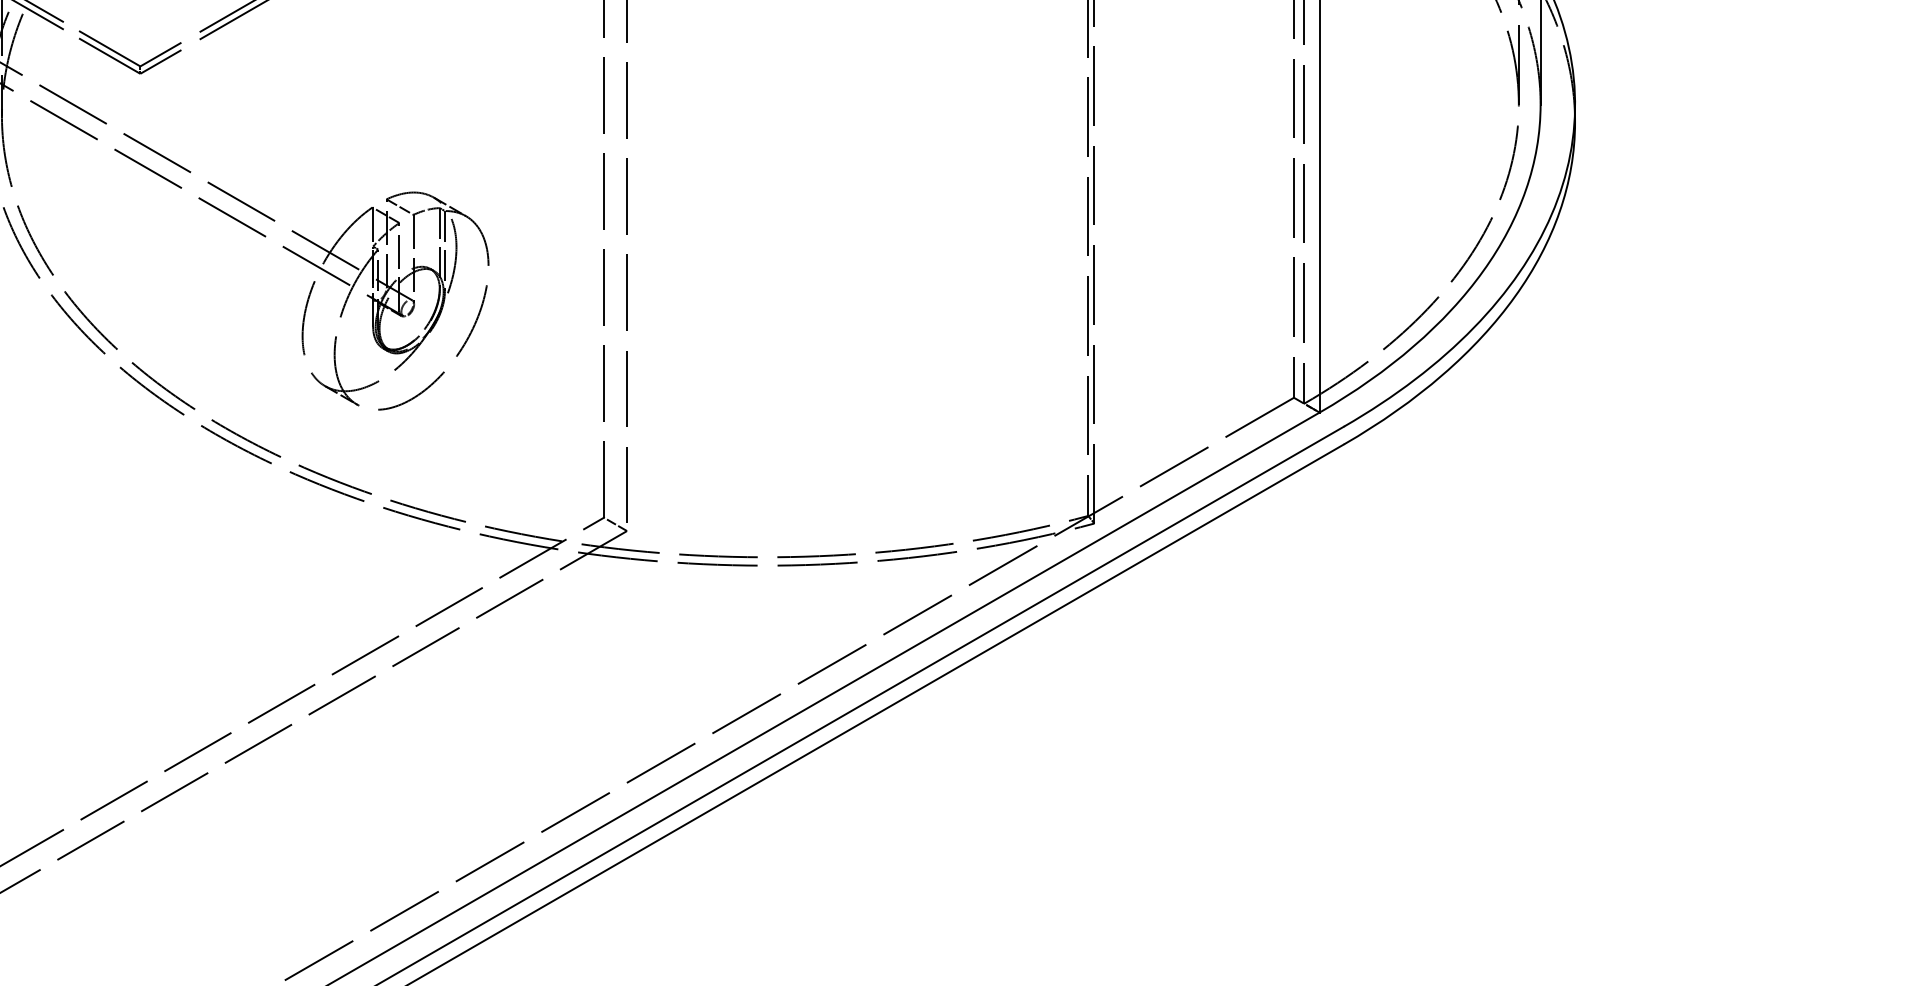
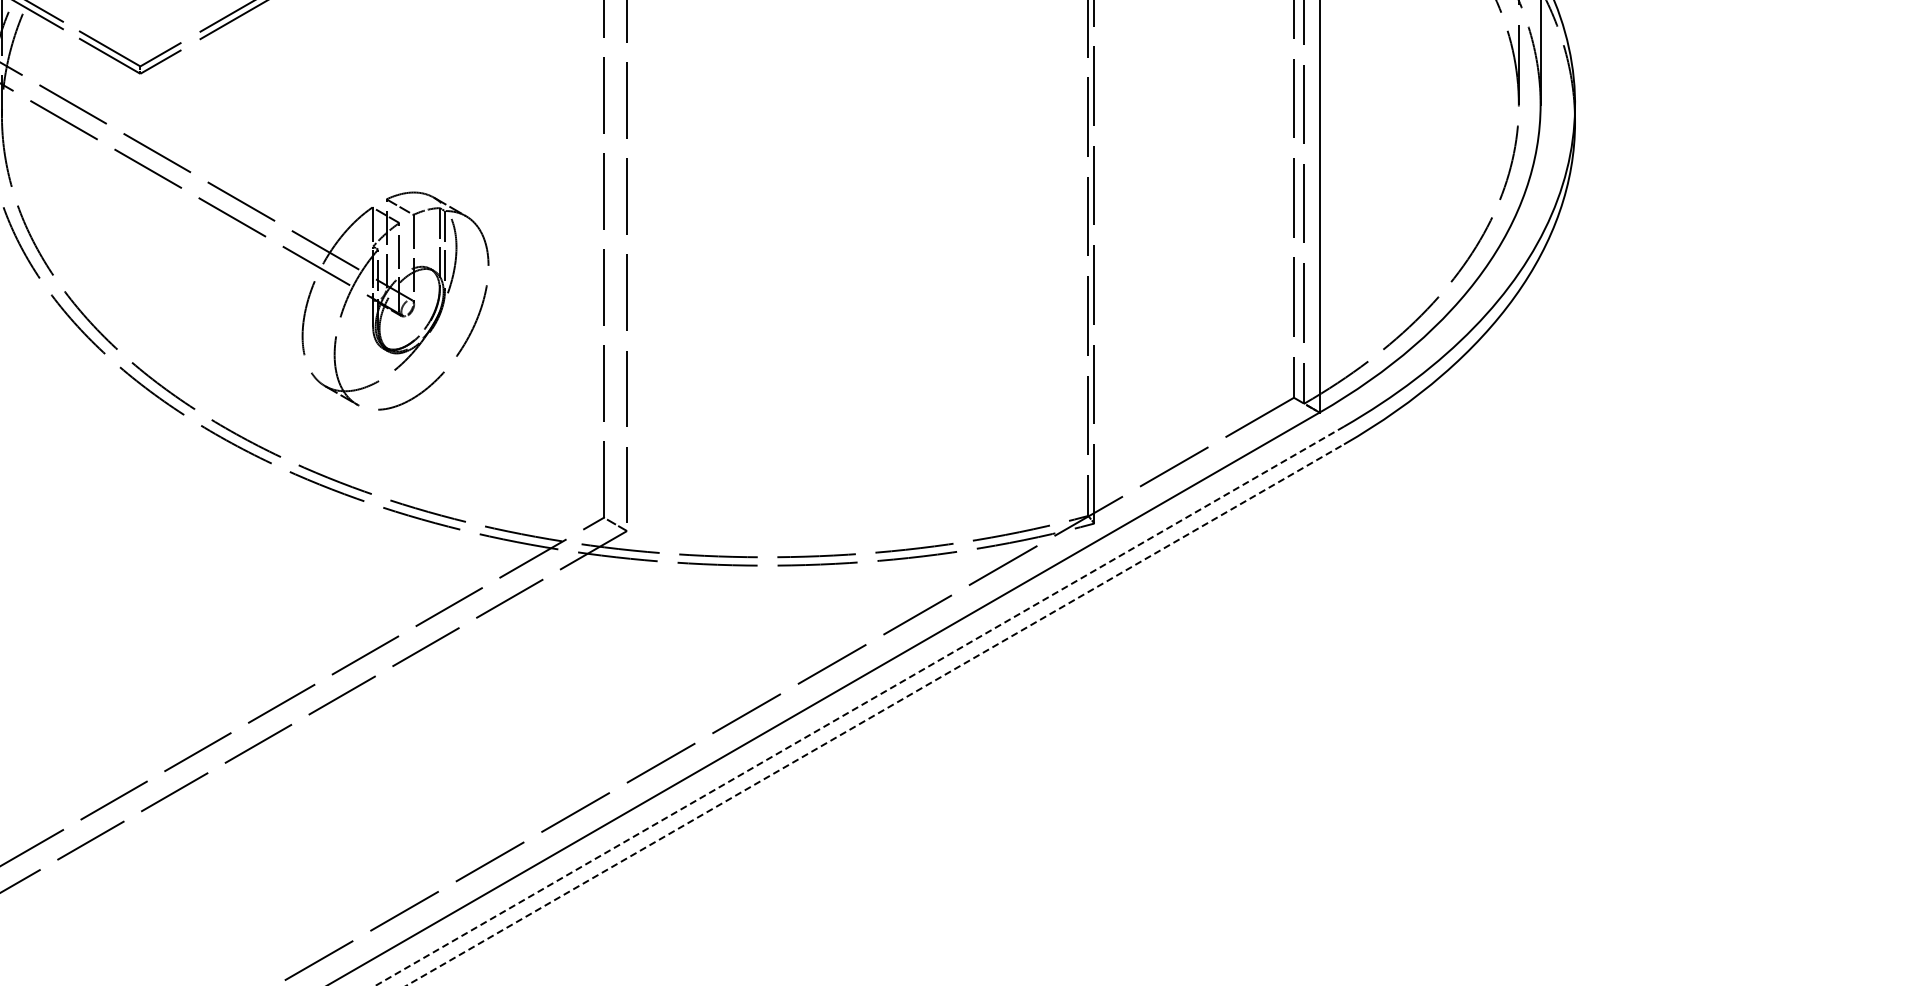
line at (859, 706): solid -> dashed
line at (875, 714): solid -> dashed
